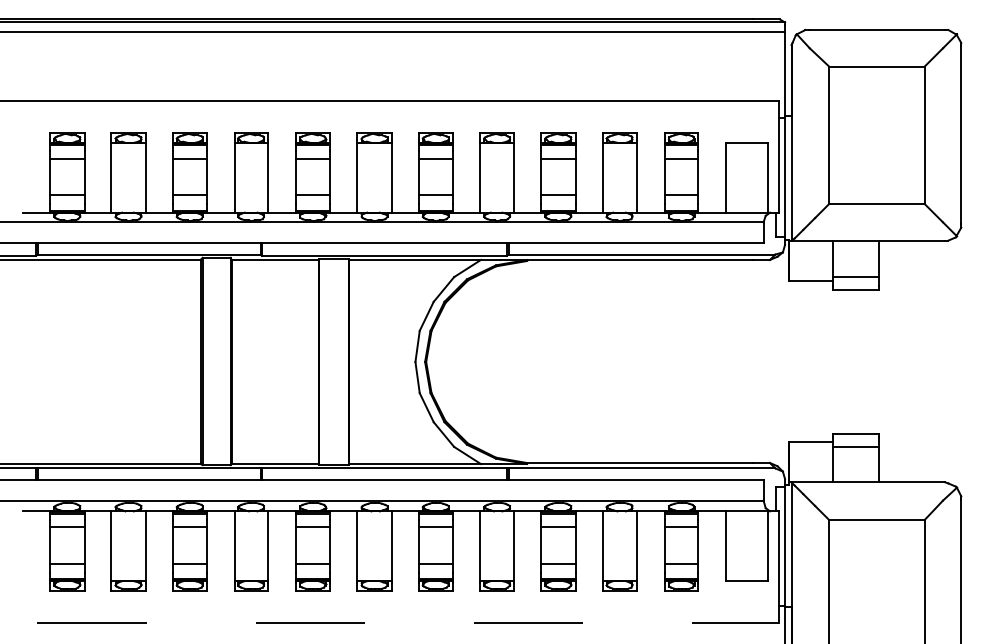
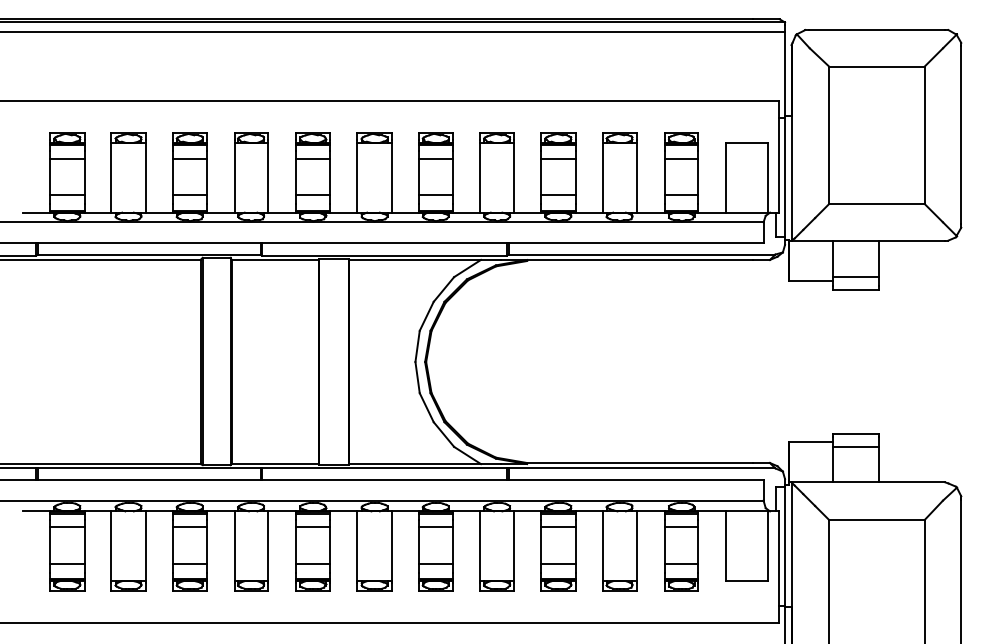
line at (389, 623): dashed -> solid
